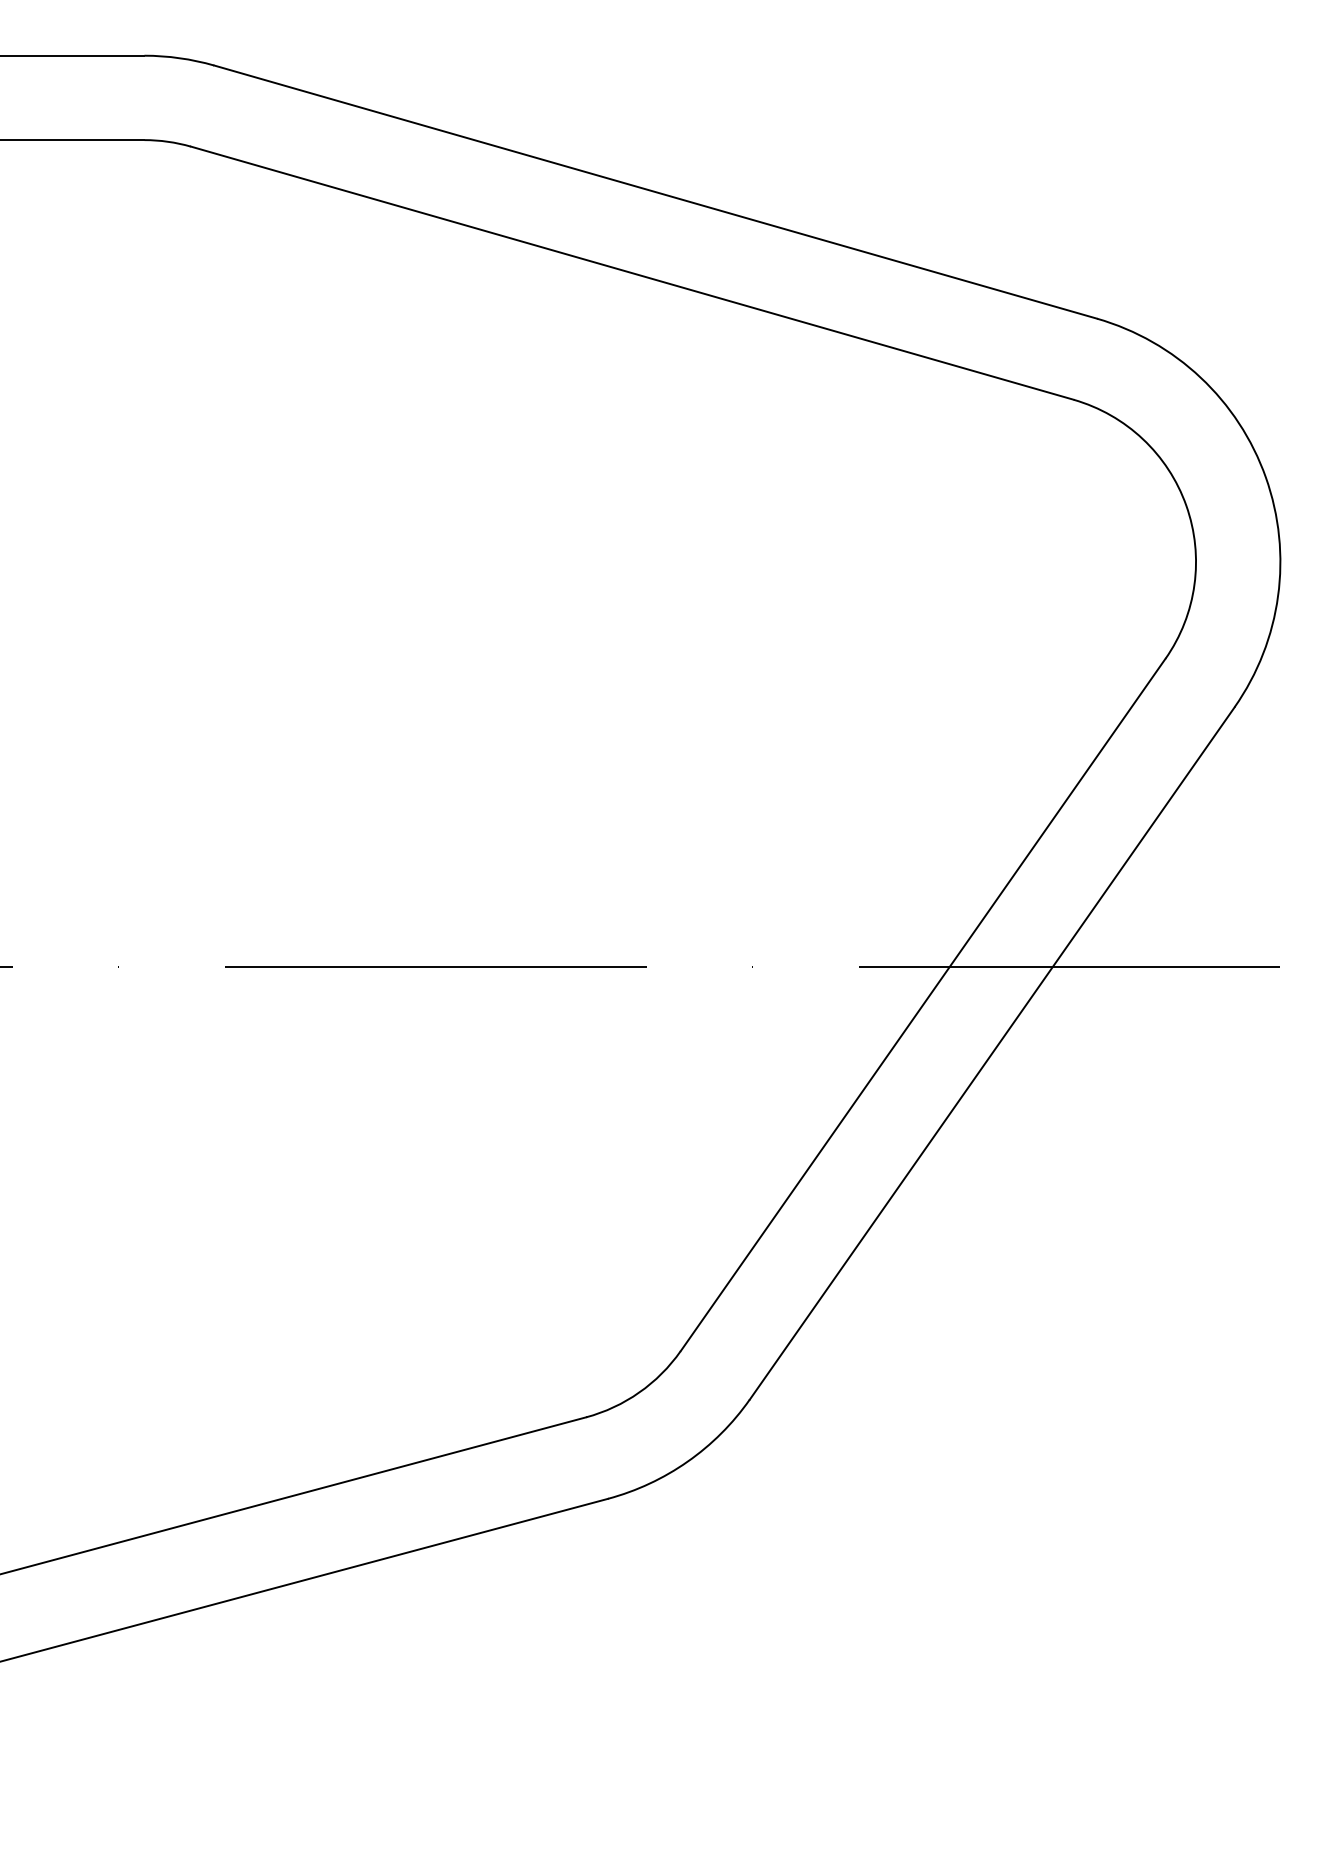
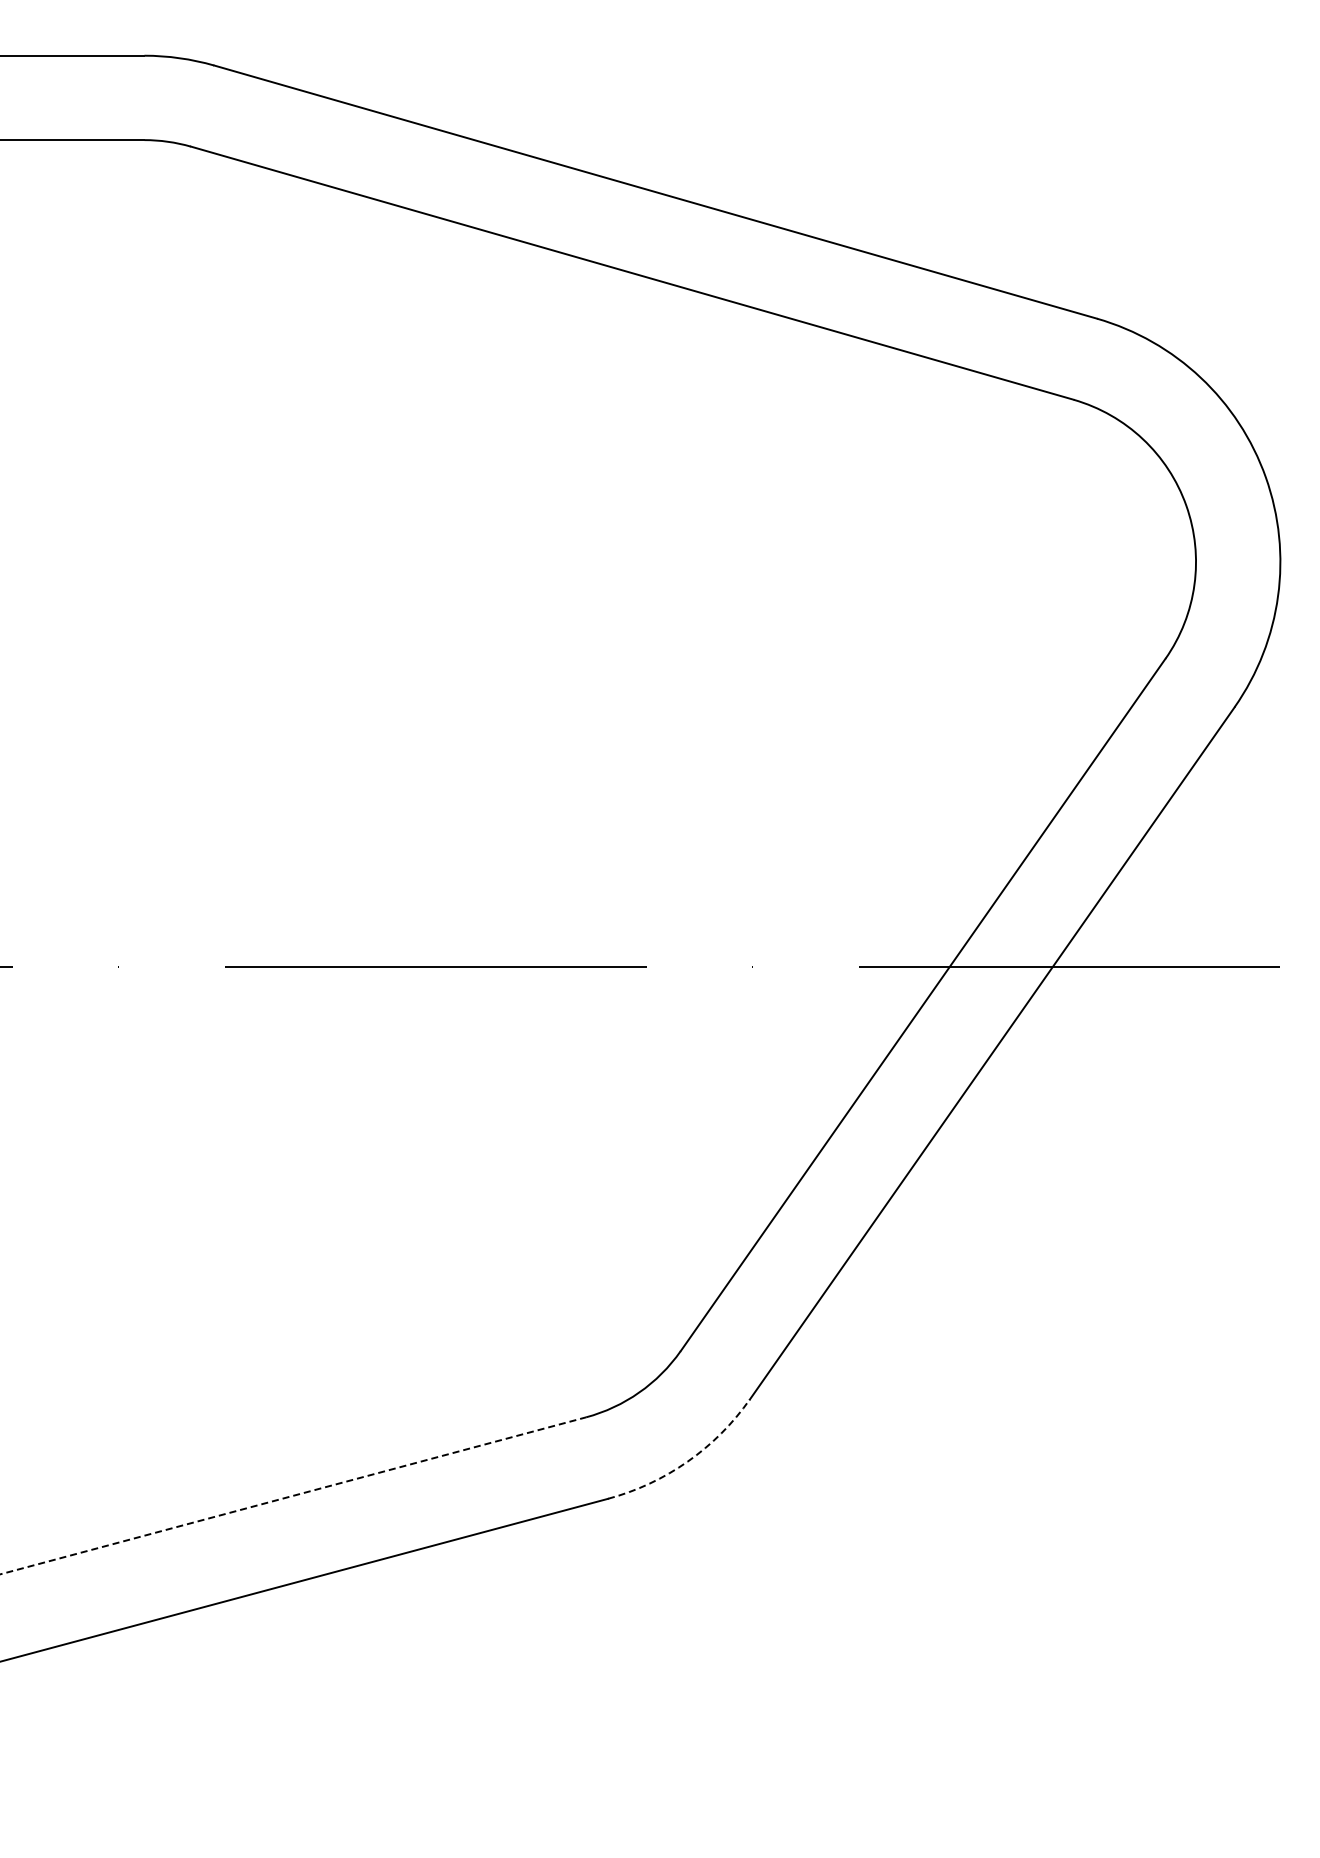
arc at (687, 1461): solid -> dashed
line at (293, 1495): solid -> dashed
